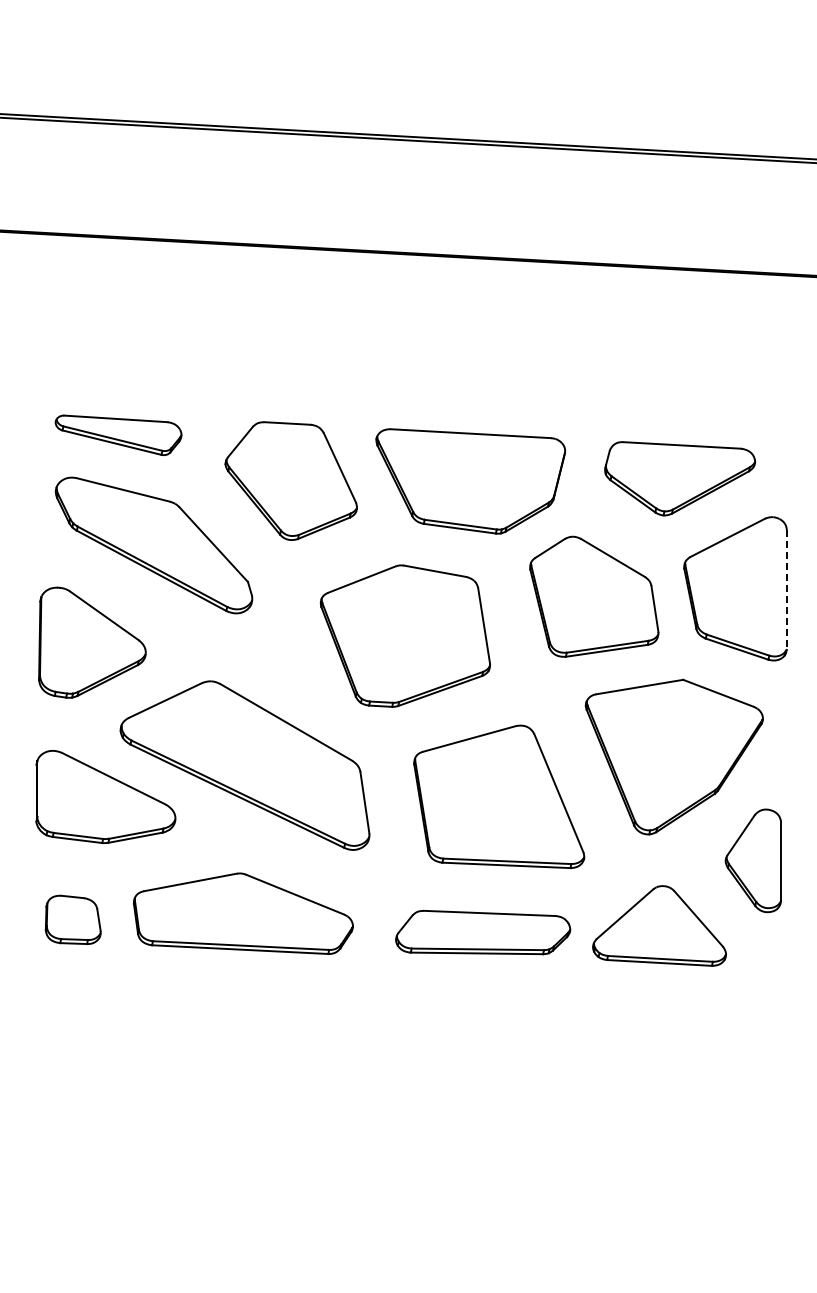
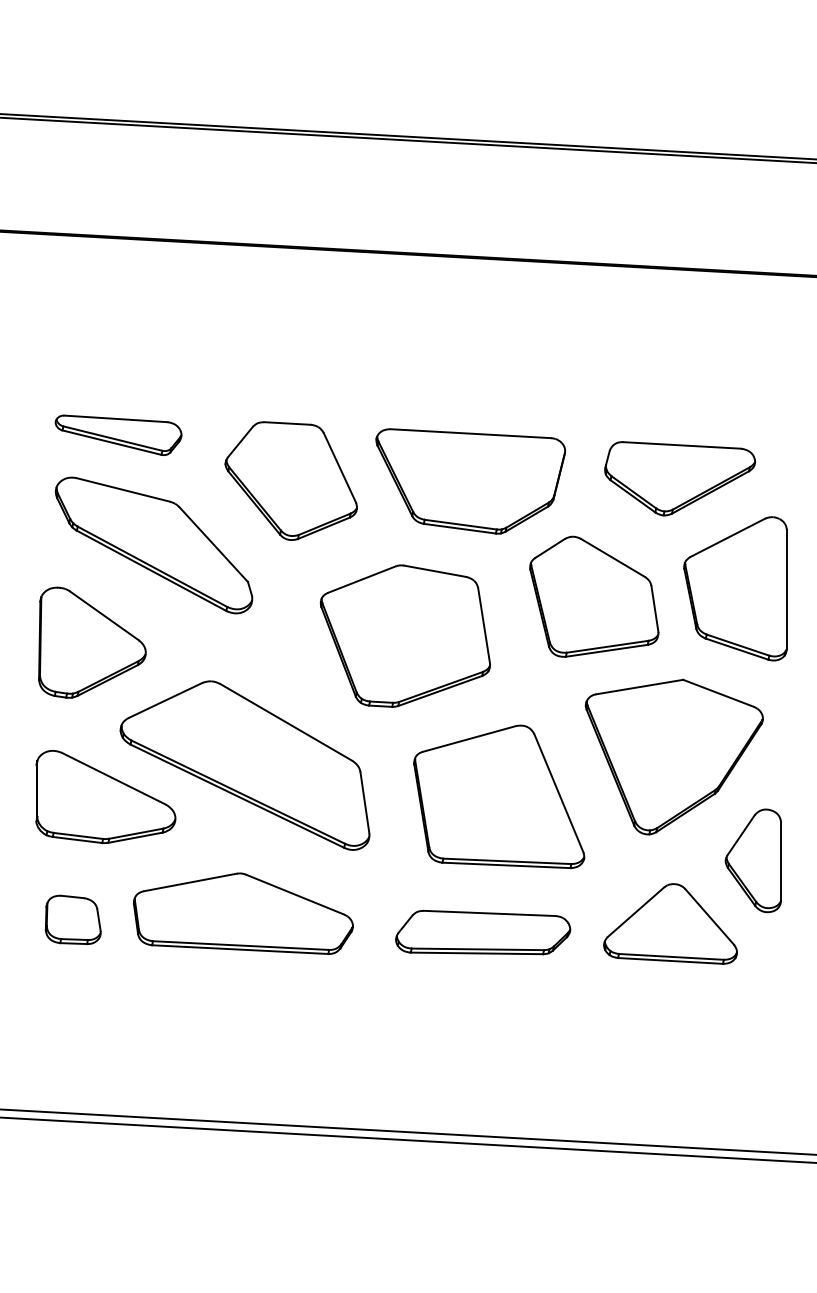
line at (786, 589): dashed -> solid
part at (659, 925) position: (659, 925) -> (670, 923)
line at (407, 1131): none -> present
line at (407, 1139): none -> present
